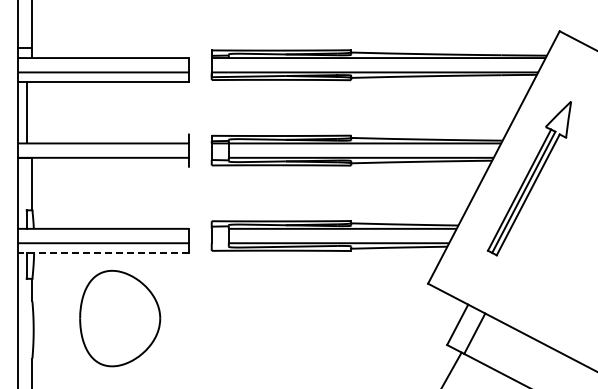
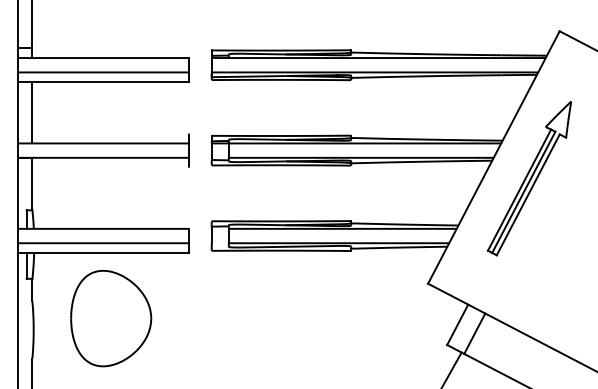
line at (27, 112) position: (27, 112) -> (32, 112)
line at (103, 253): dashed -> solid
part at (120, 318) position: (120, 318) -> (111, 318)
